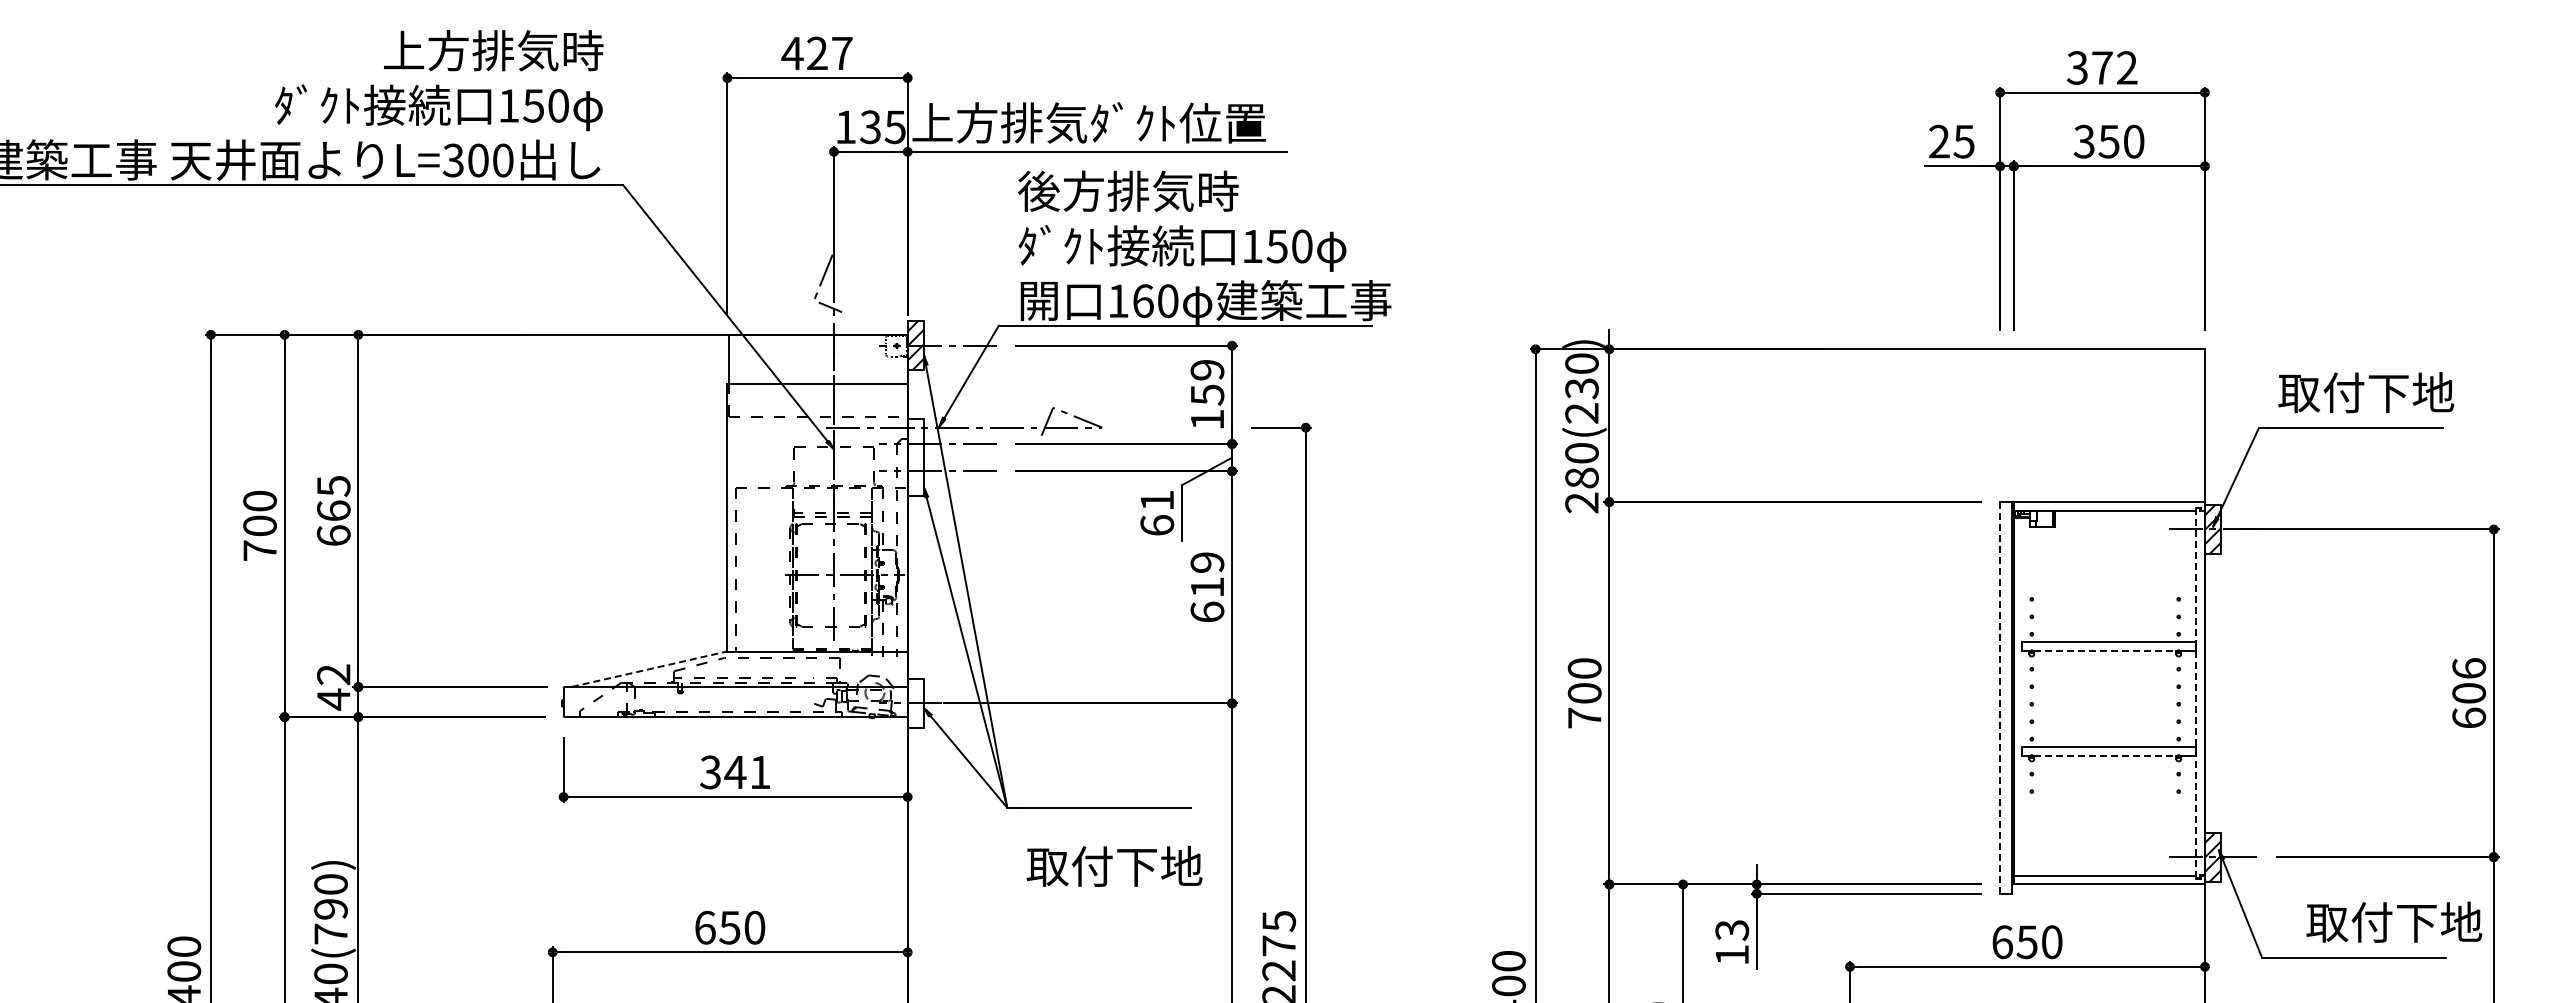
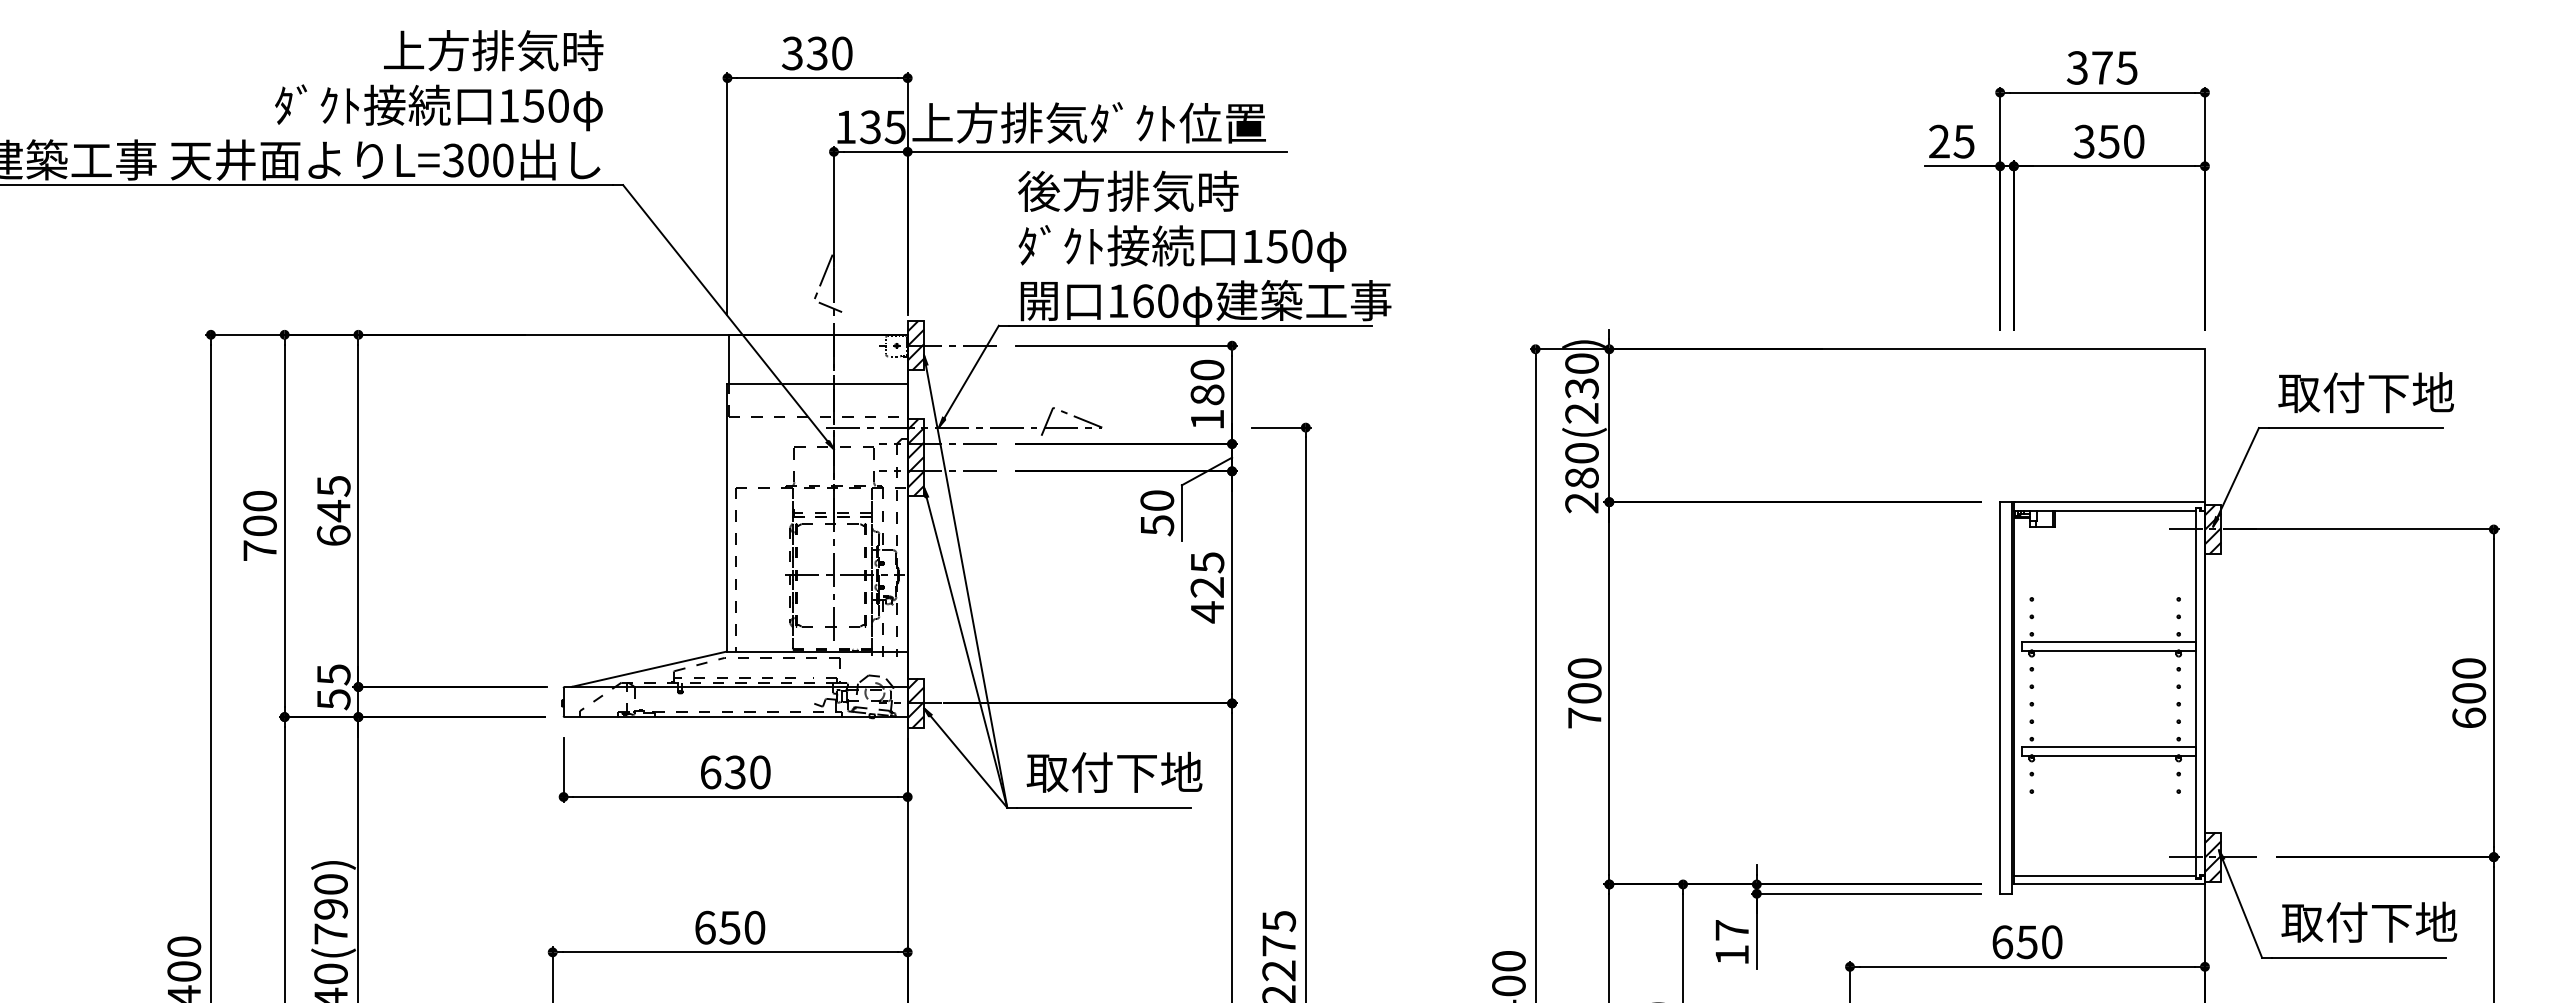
text at (816, 53): 427 -> 330
text at (2126, 67): 372 -> 375
text at (1207, 382): 159 -> 180
hatch at (915, 457): none -> present
text at (333, 510): 665 -> 645
text at (1157, 513): 61 -> 50
text at (1207, 587): 619 -> 425
line at (2105, 651): dashed -> solid
text at (2469, 668): 606 -> 600
line at (649, 669): dashed -> solid
text at (333, 687): 42 -> 55
line at (2195, 693): dashed -> solid
line at (2000, 697): dashed -> solid
hatch at (915, 703): none -> present
line at (2105, 755): dashed -> solid
text at (735, 772): 341 -> 630
text at (1114, 865) position: (1114, 865) -> (1114, 771)
text at (2394, 921) position: (2394, 921) -> (2369, 921)
text at (1732, 930): 13 -> 17
